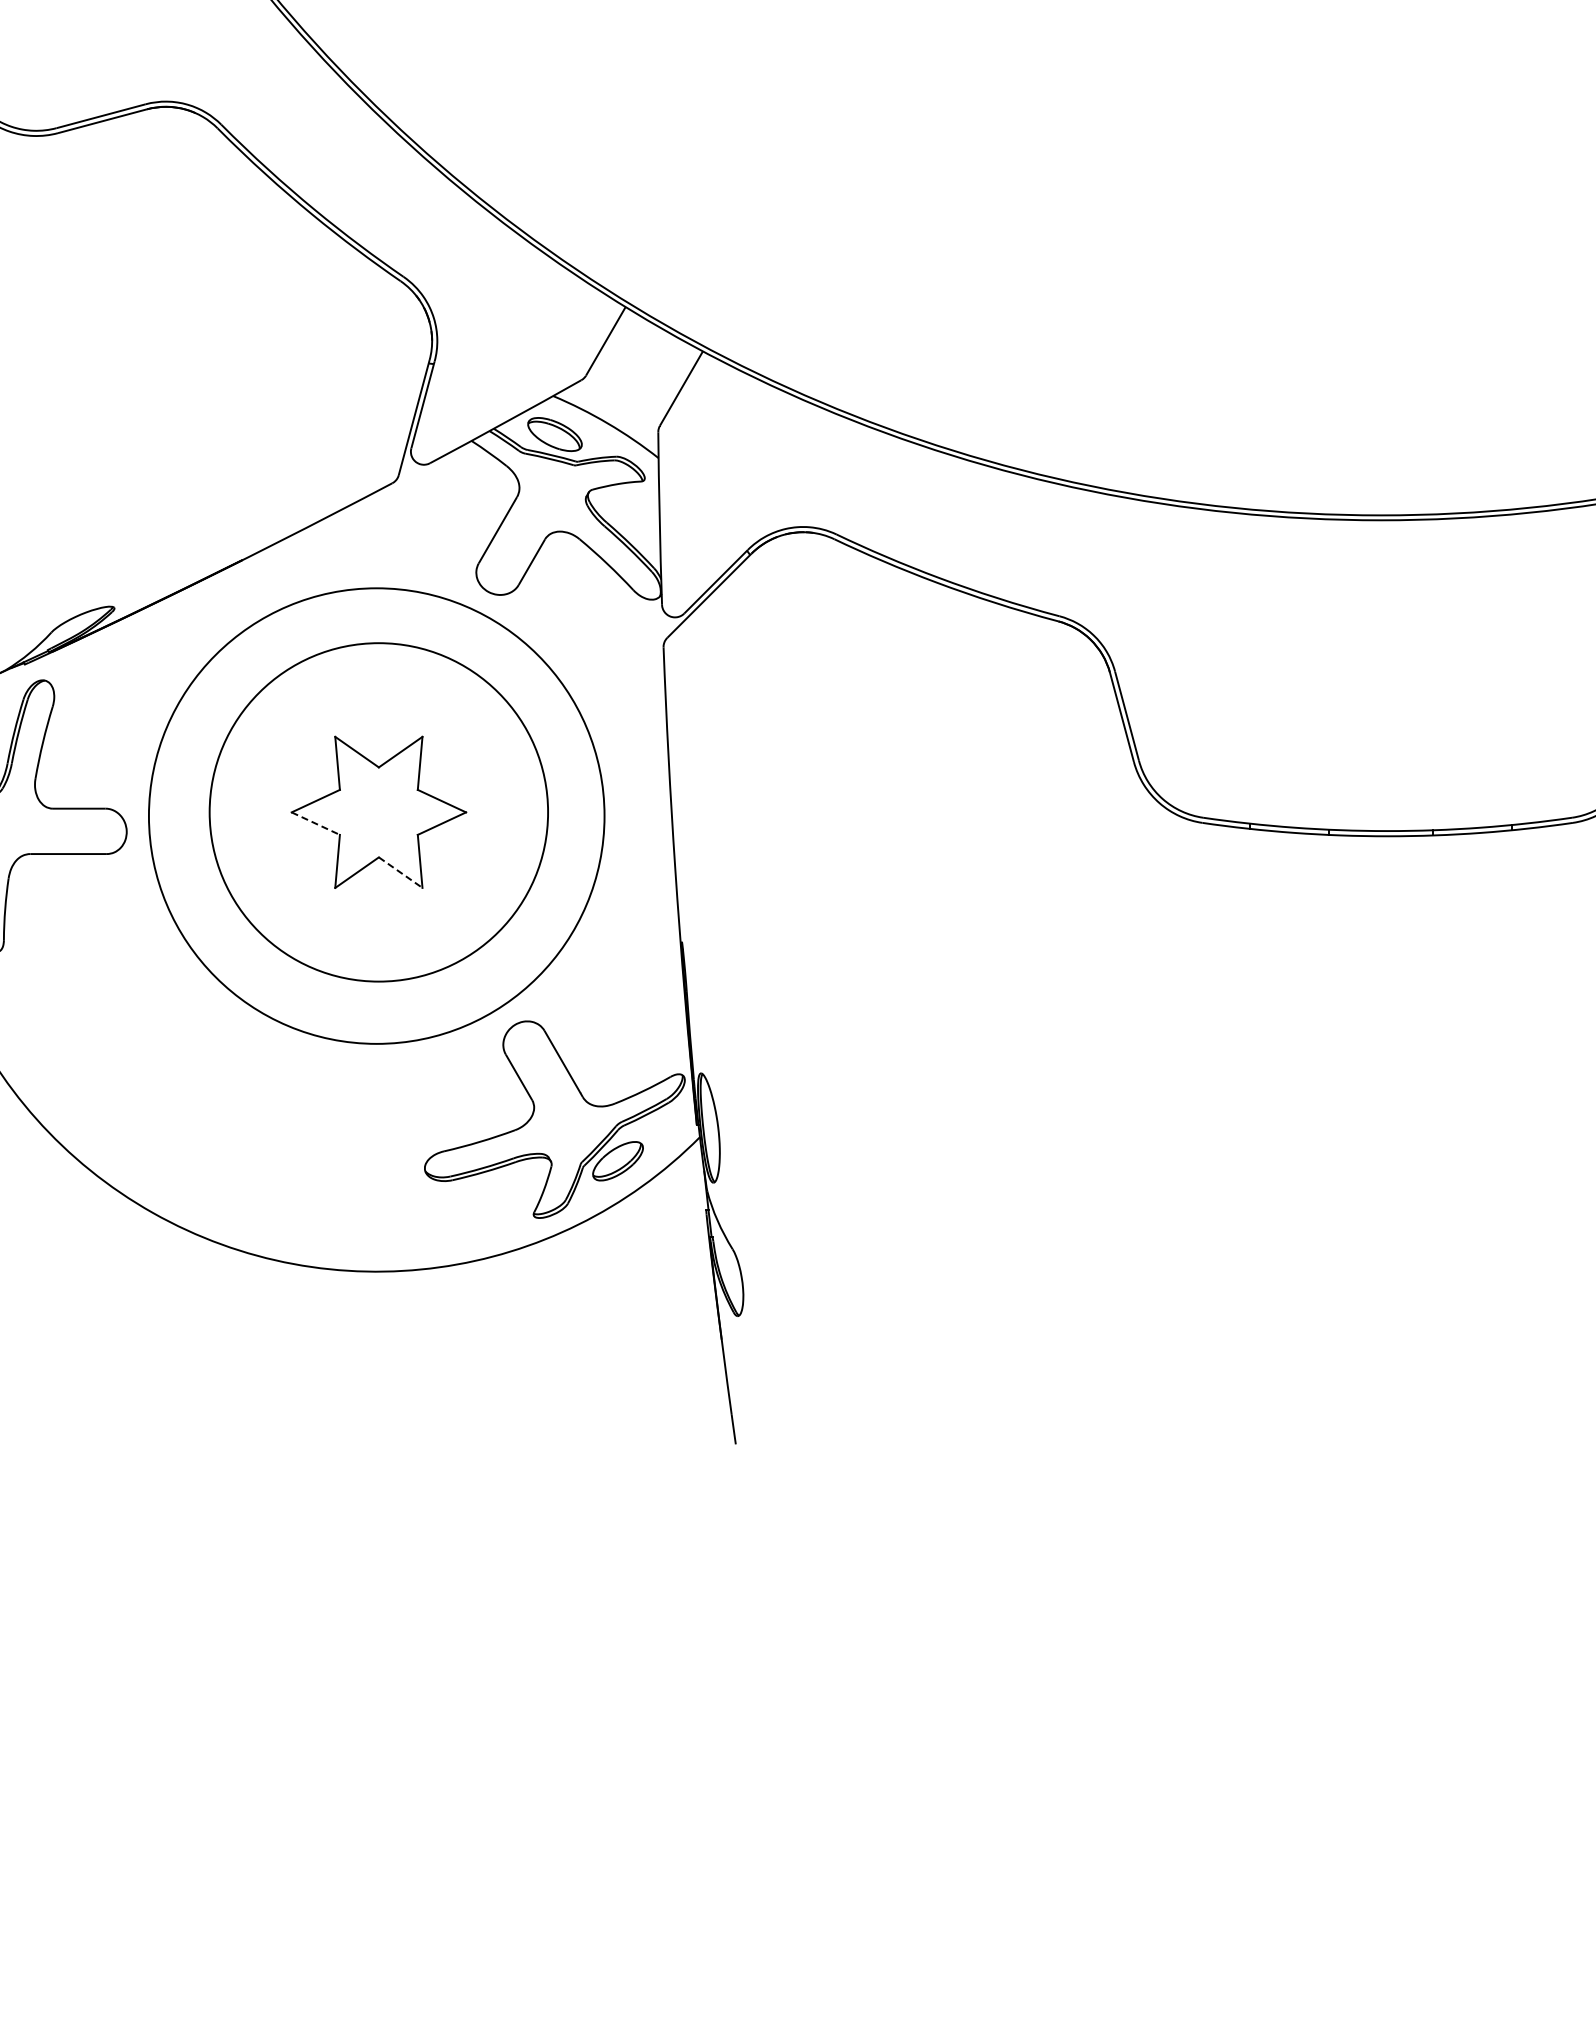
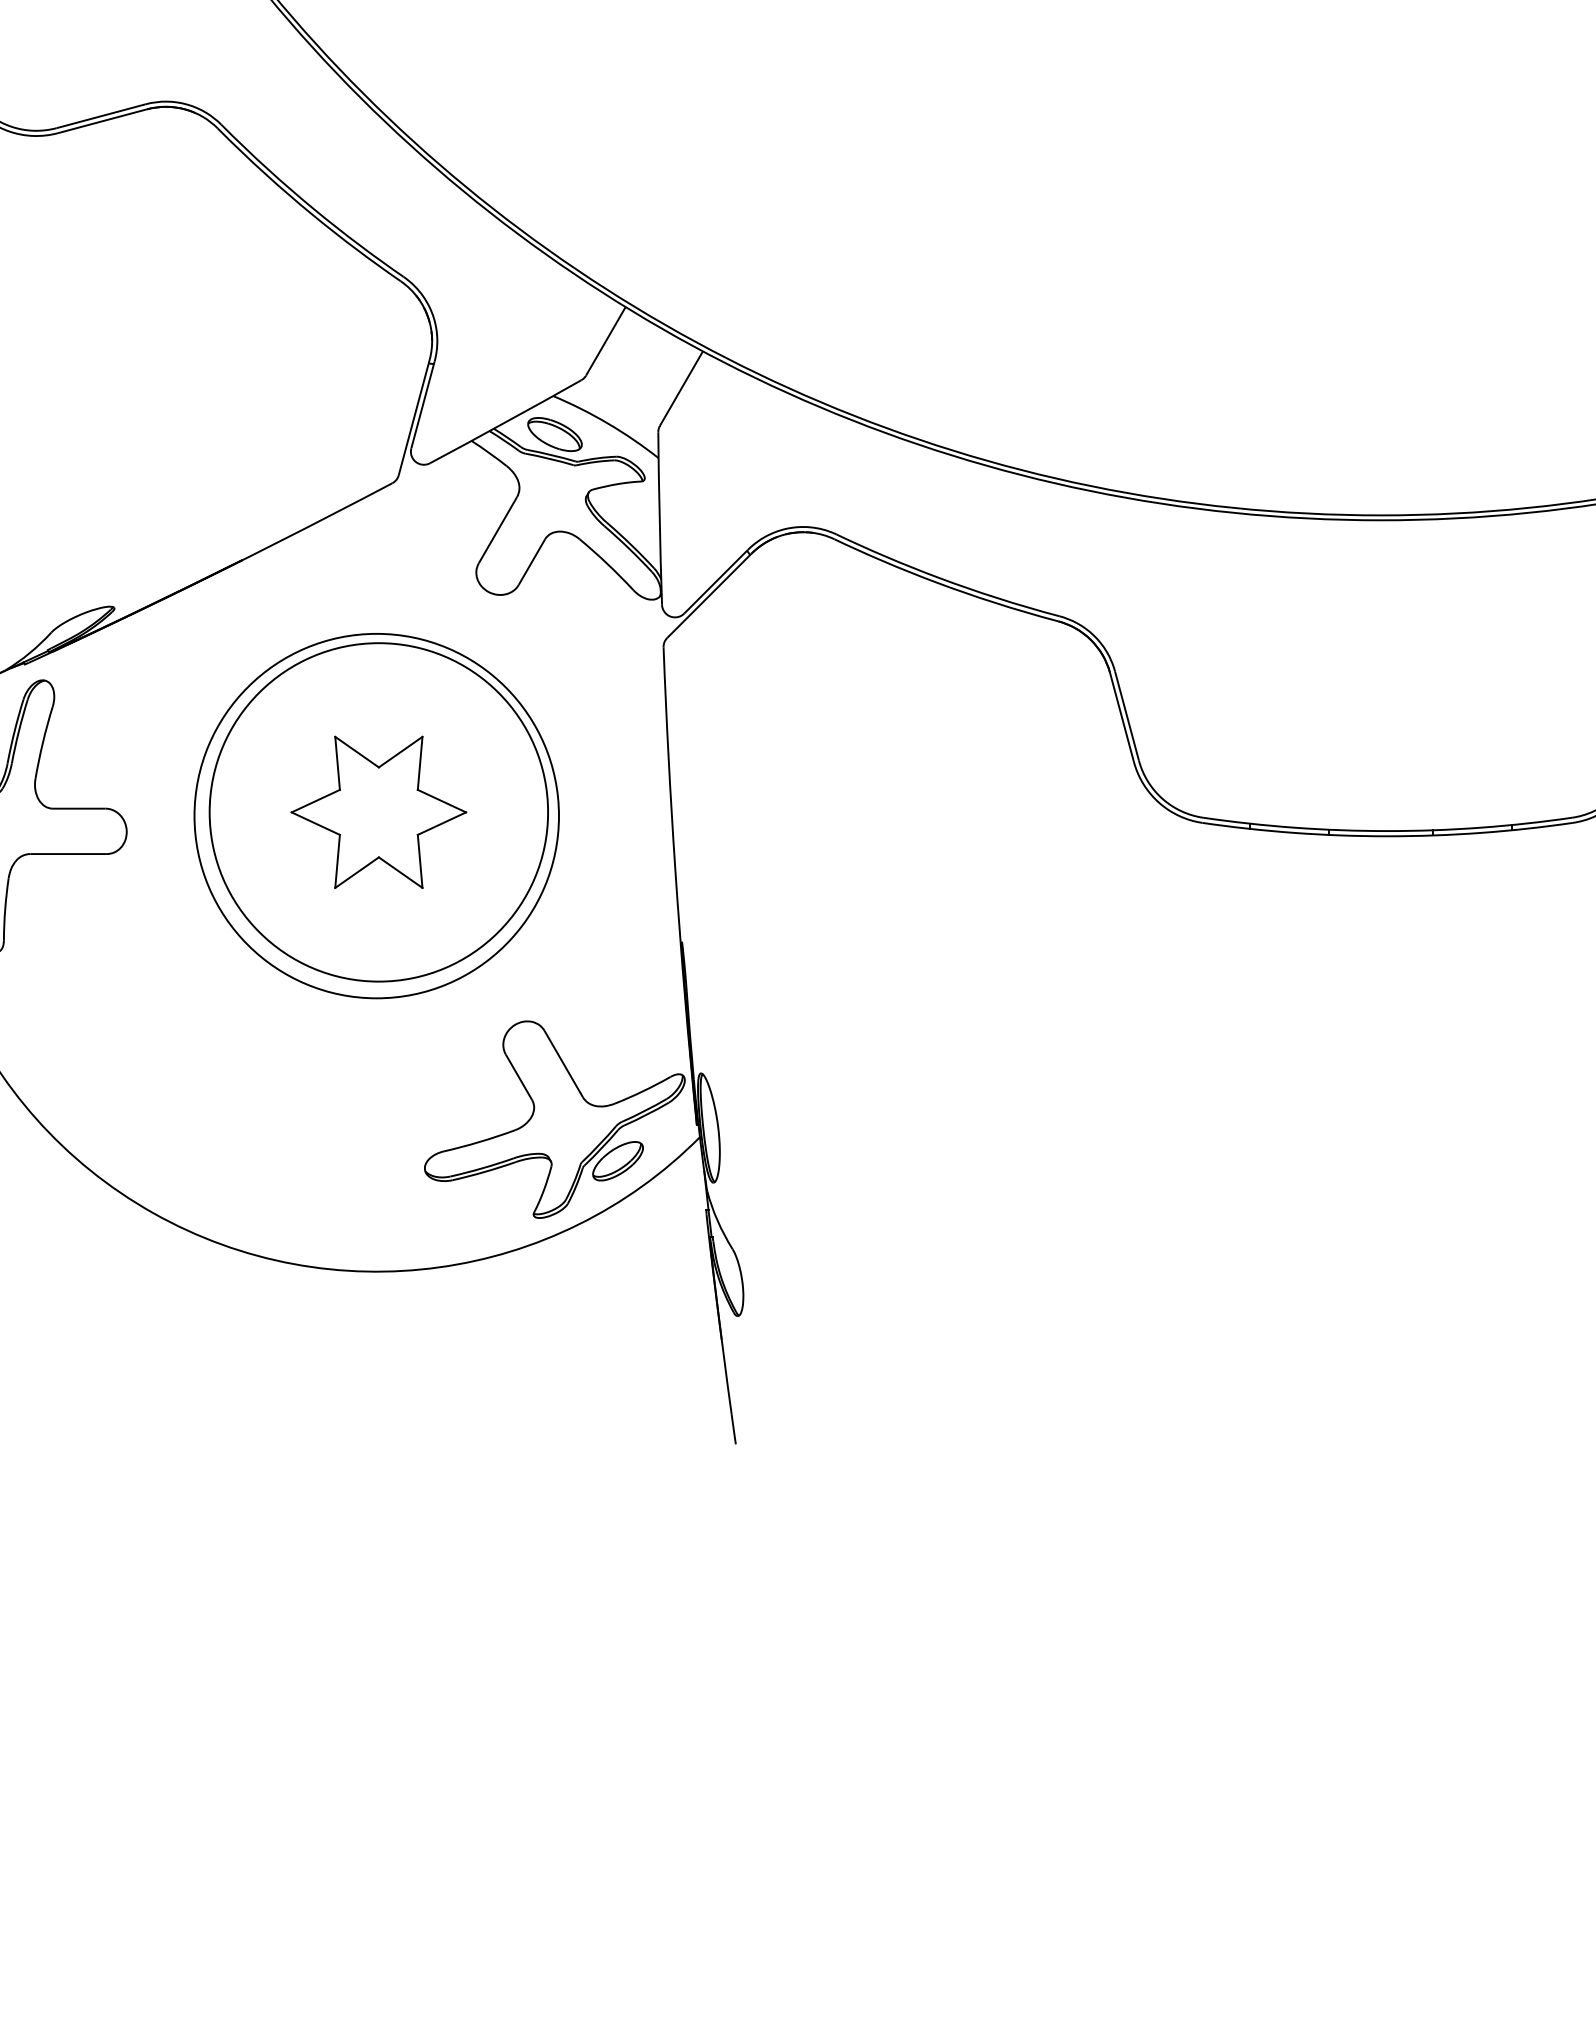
circle at (376, 815) diameter: 456 px -> 364 px
line at (315, 823): dashed -> solid
line at (400, 872): dashed -> solid
